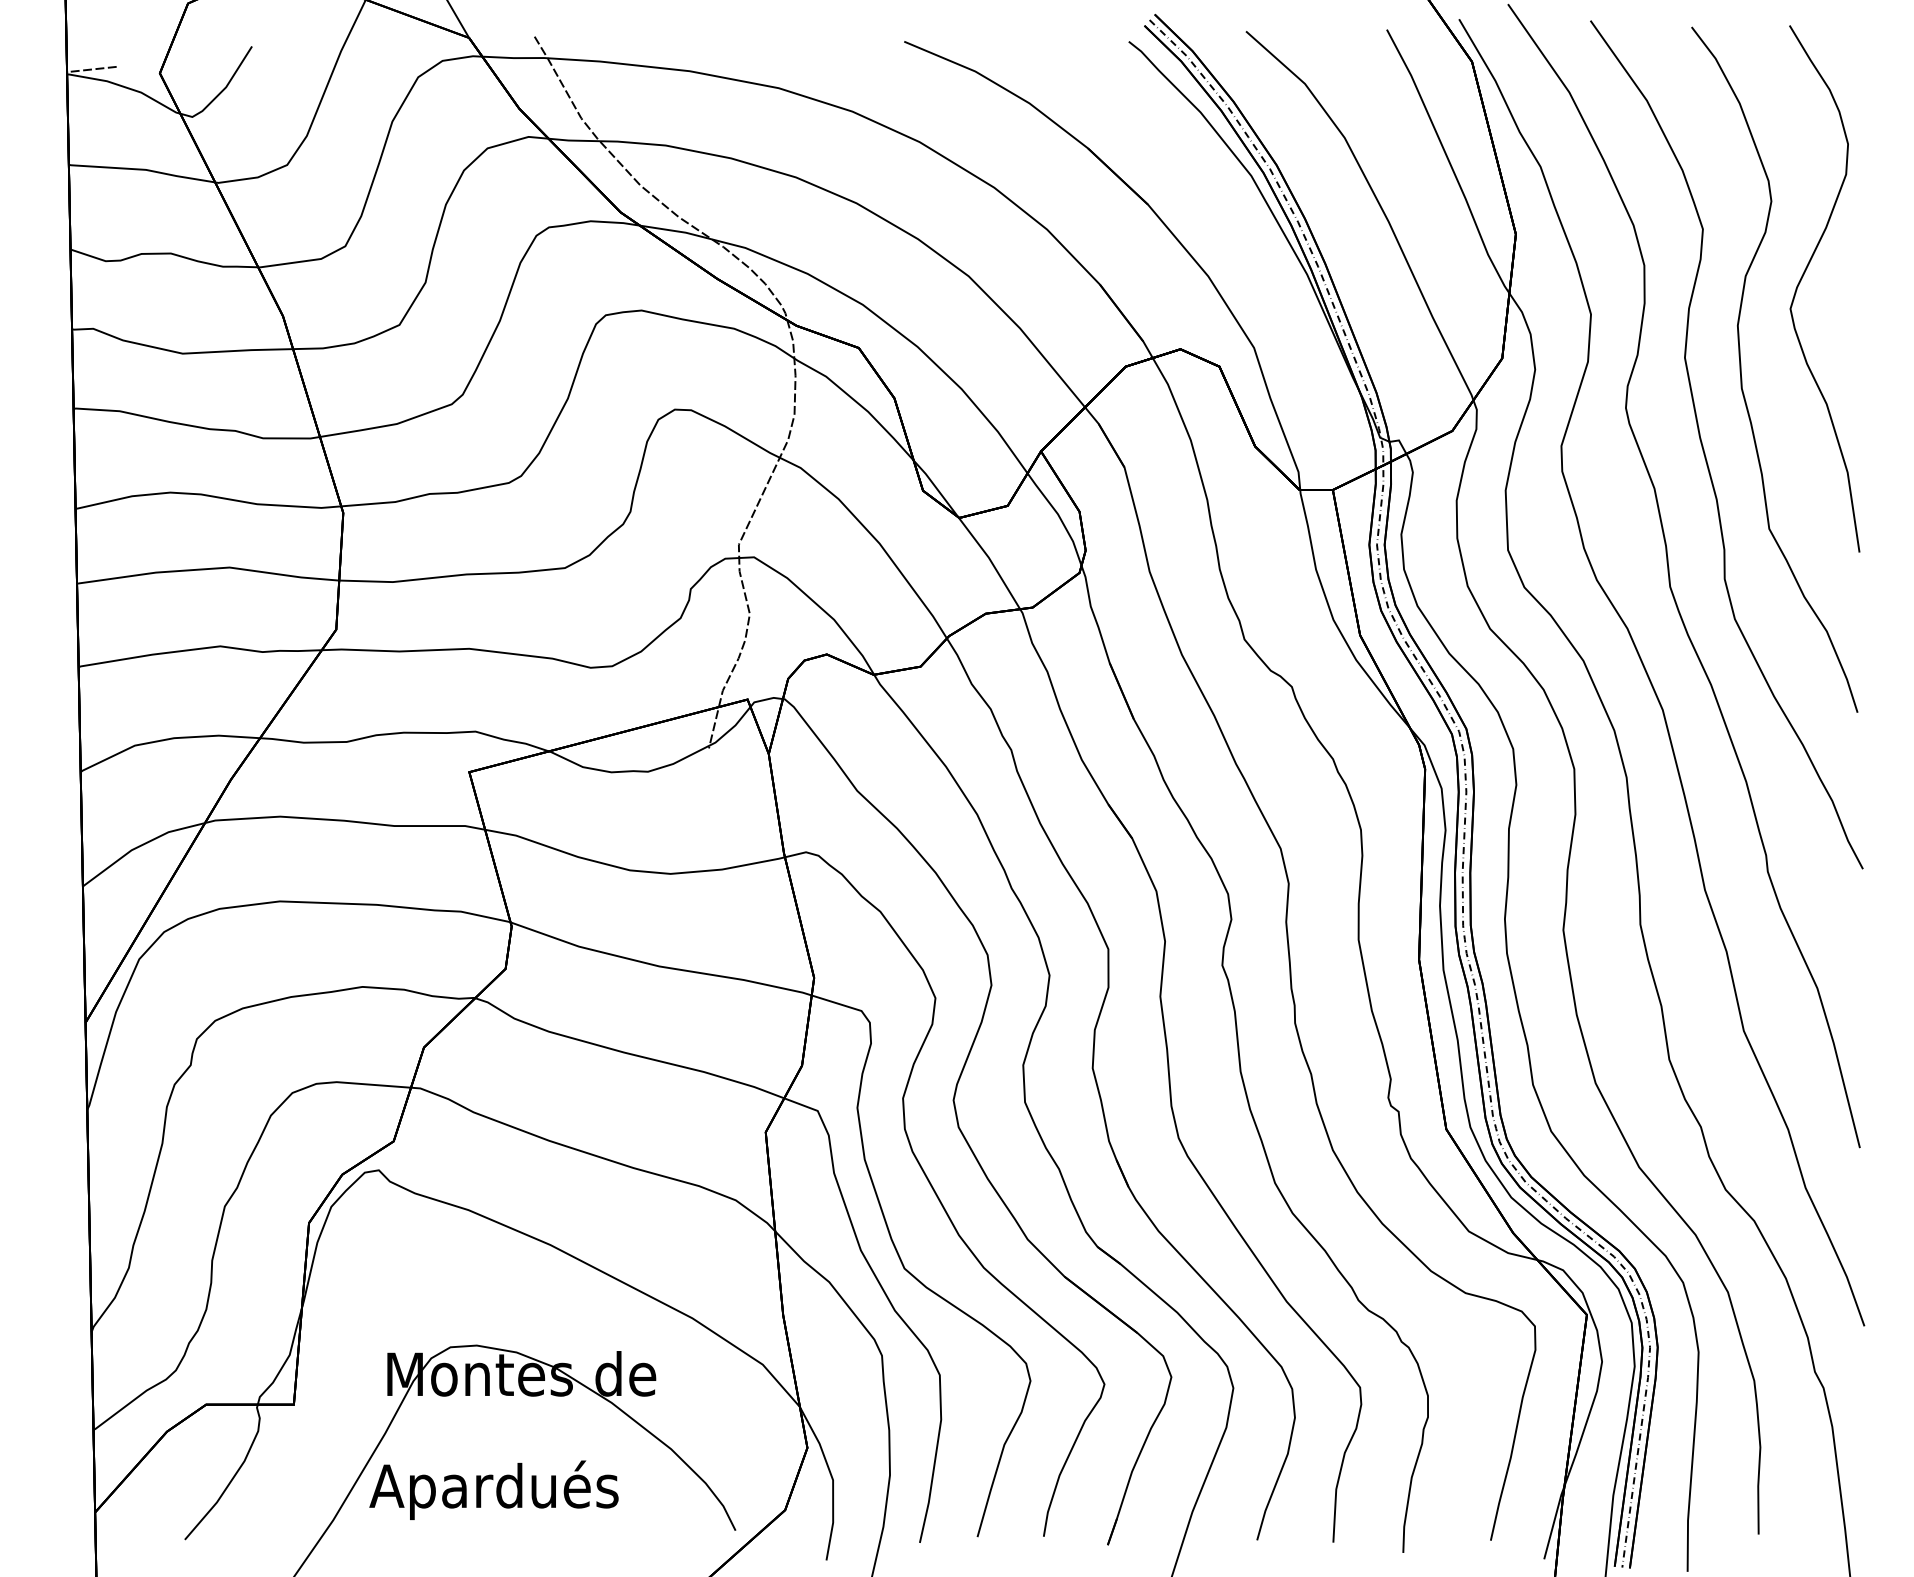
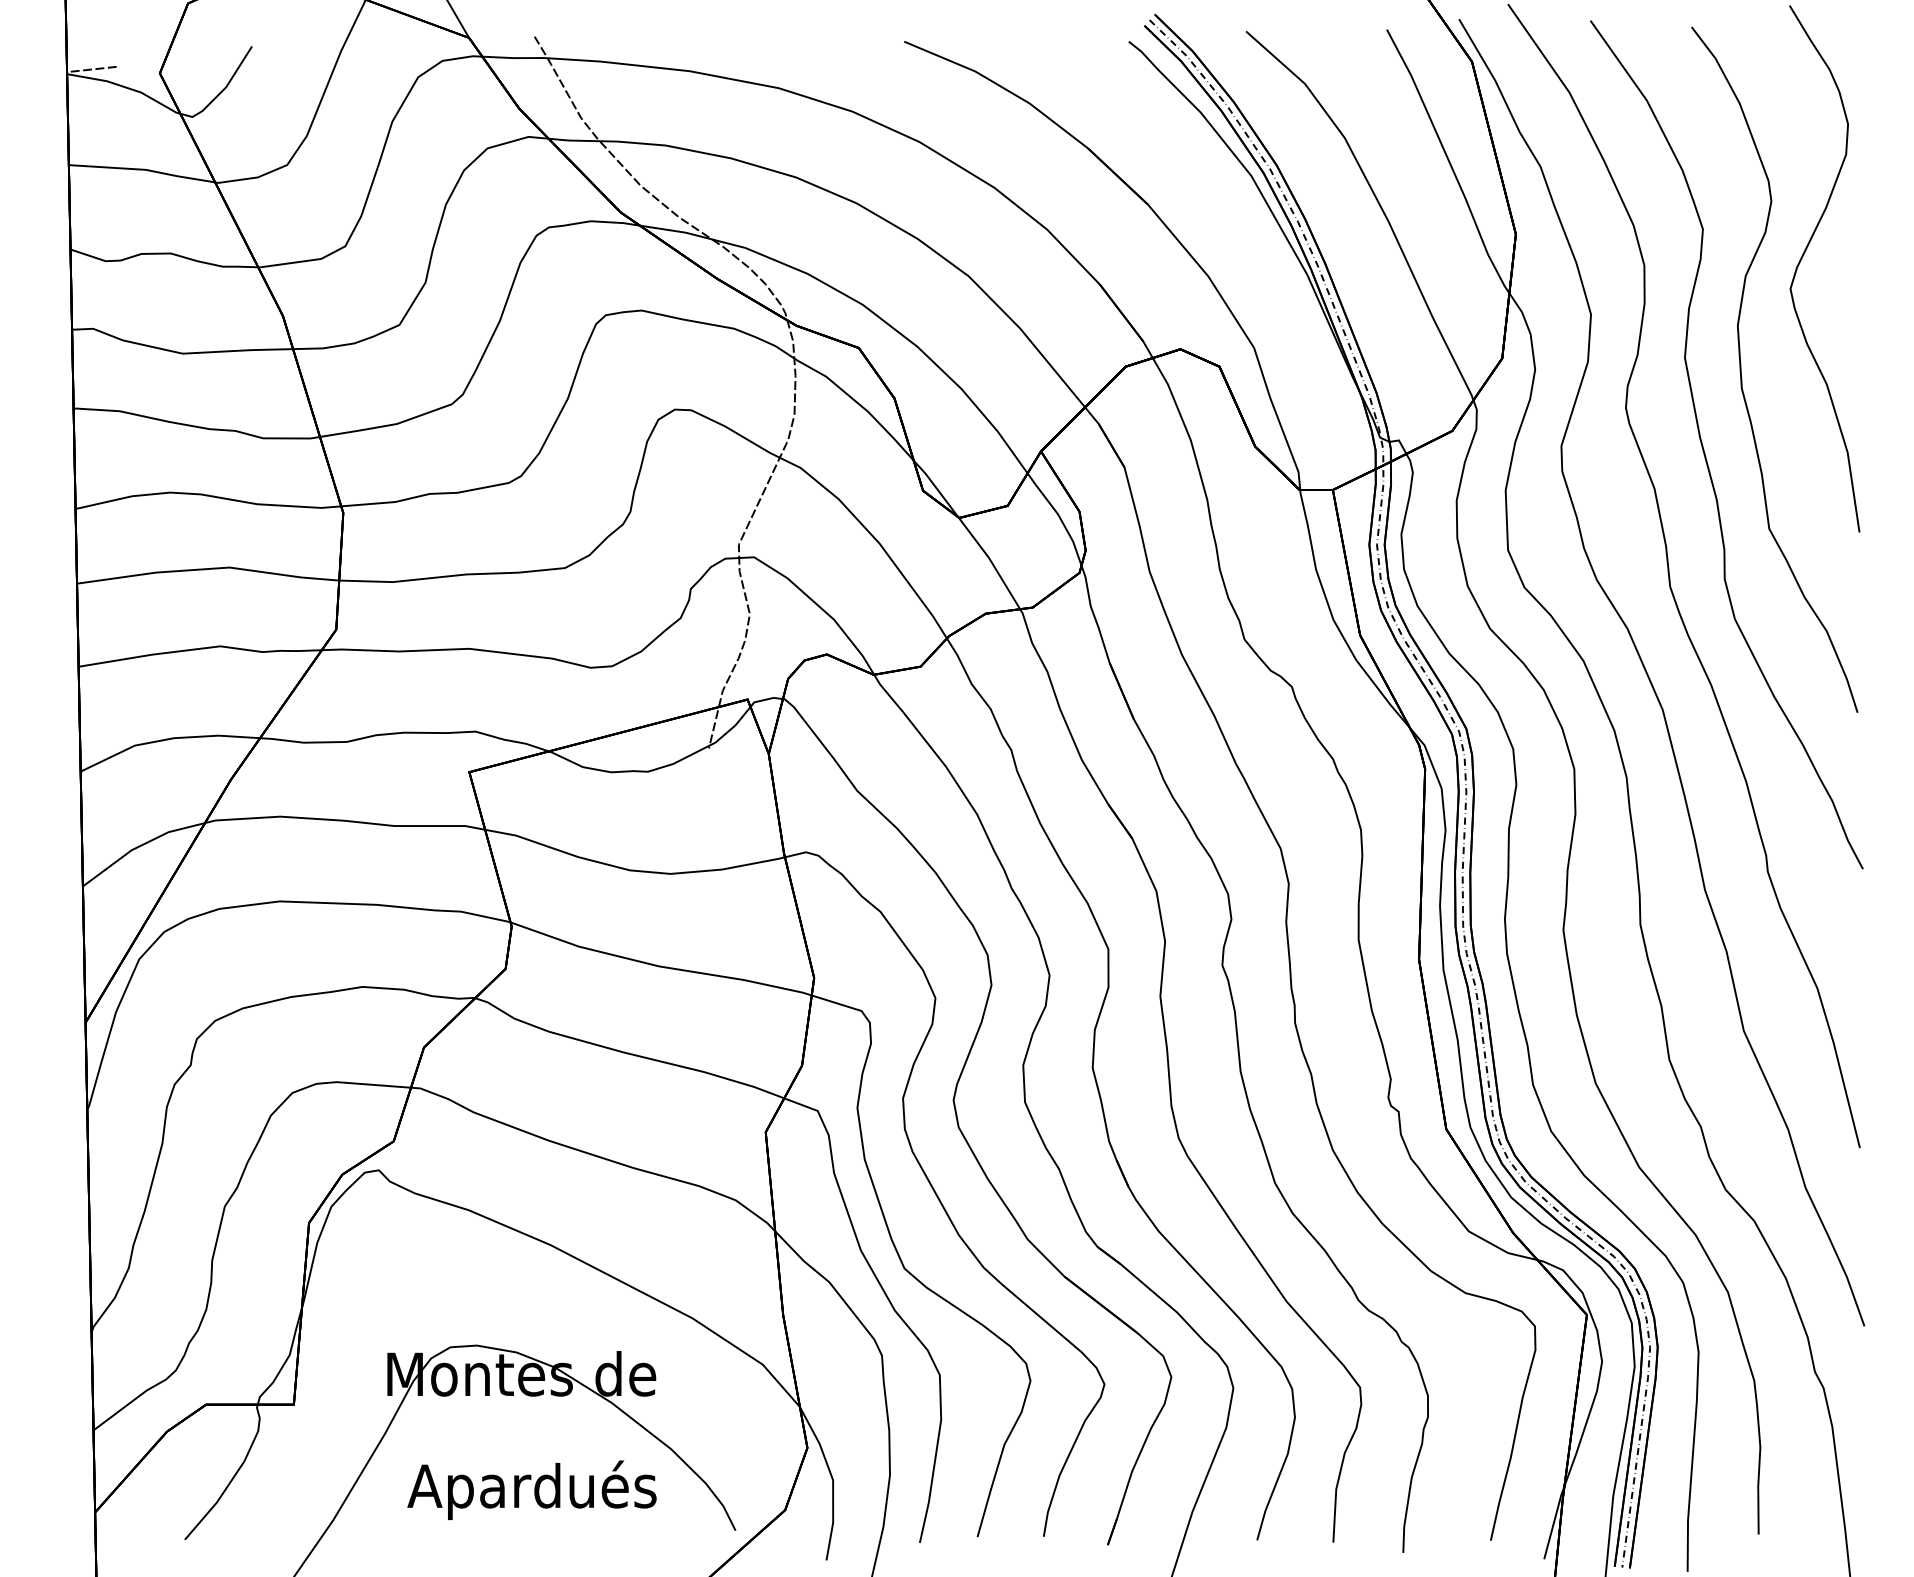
curve at (1802, 278) position: (1802, 278) -> (1802, 258)
text at (493, 1489) position: (493, 1489) -> (531, 1489)
